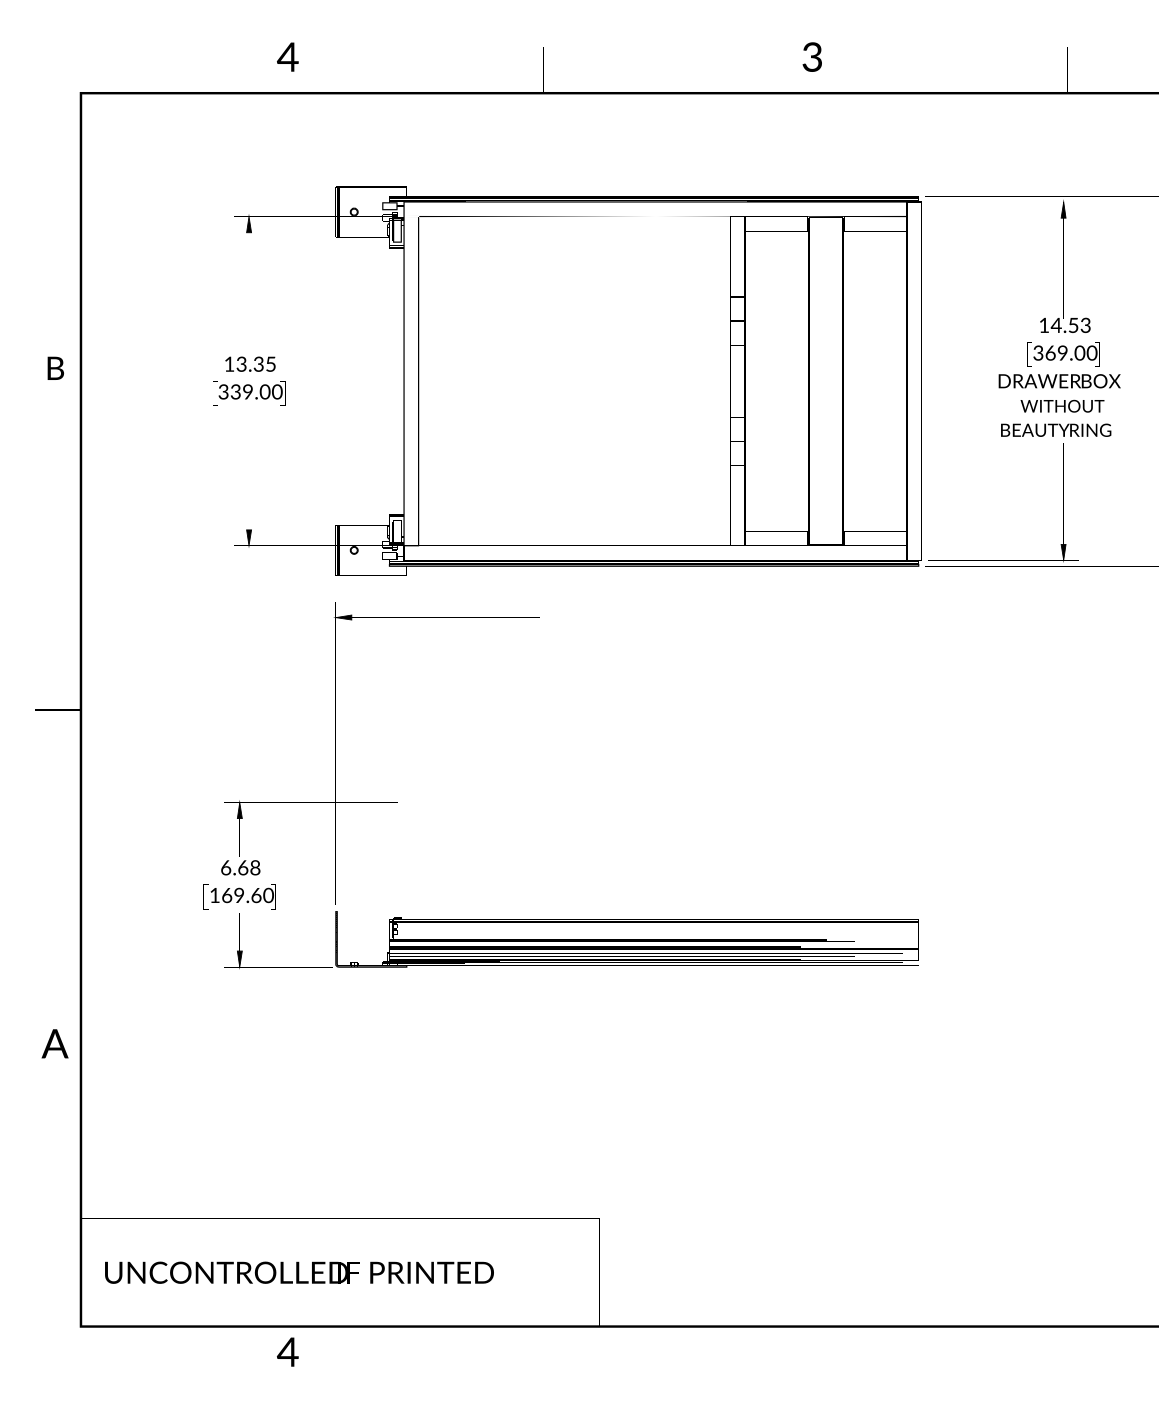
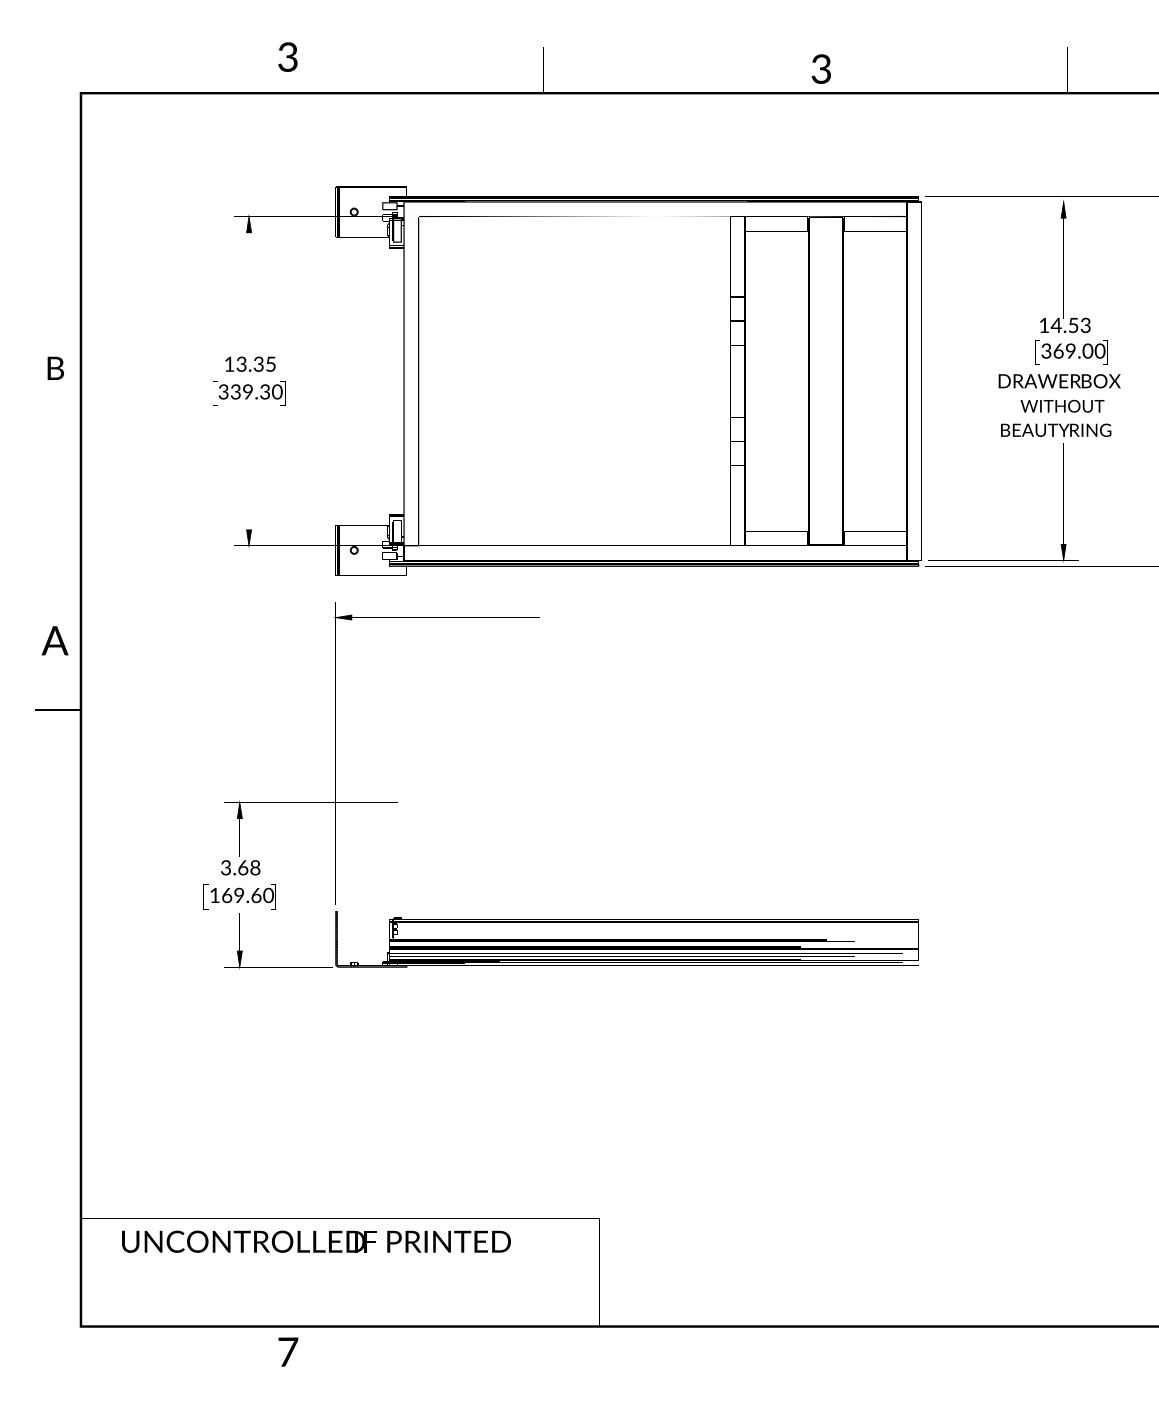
text at (287, 56): 4 -> 3
text at (811, 56) position: (811, 56) -> (820, 68)
text at (1063, 354) position: (1063, 354) -> (1071, 352)
text at (264, 391): 339.00 -> 339.30
text at (226, 867): 6.68 -> 3.68
text at (54, 1043) position: (54, 1043) -> (54, 640)
text at (299, 1272) position: (299, 1272) -> (316, 1241)
text at (287, 1351): 4 -> 7
